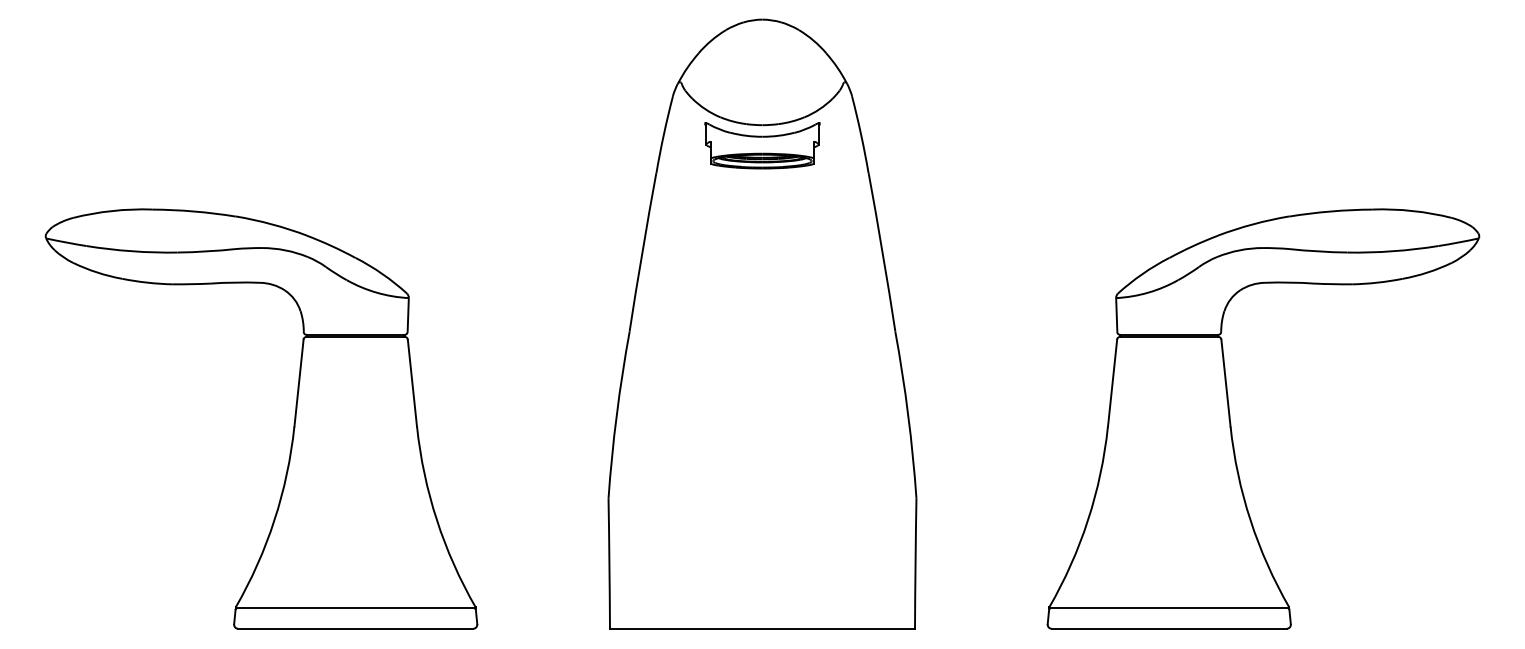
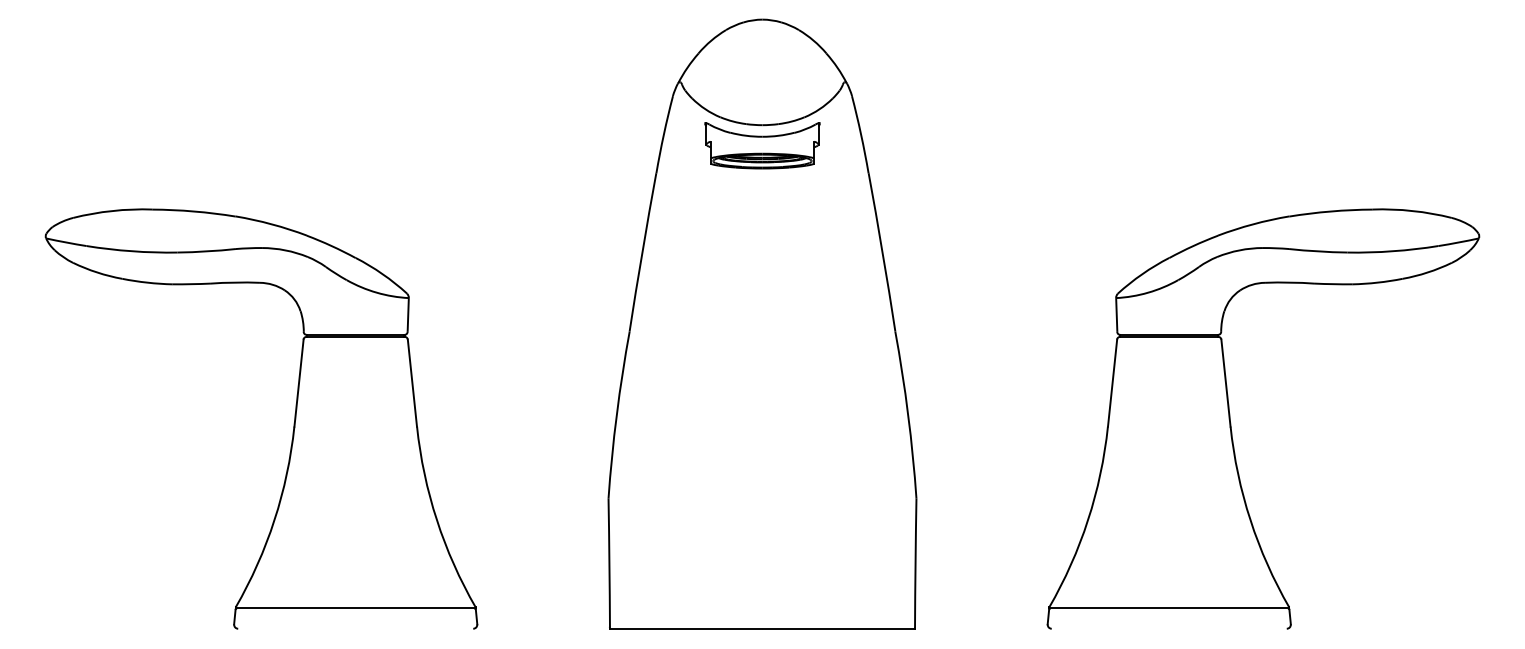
line at (355, 628): present -> none
line at (1168, 628): present -> none
